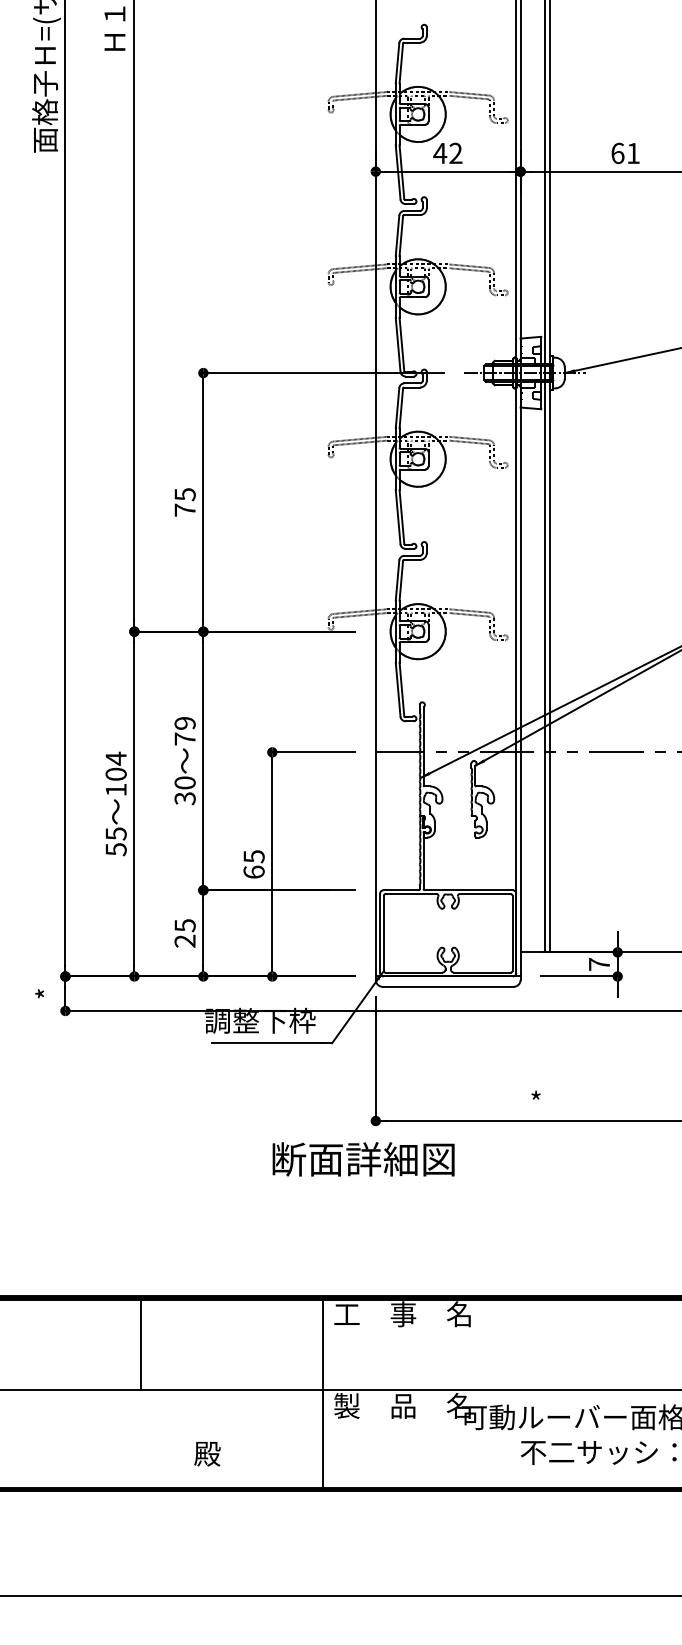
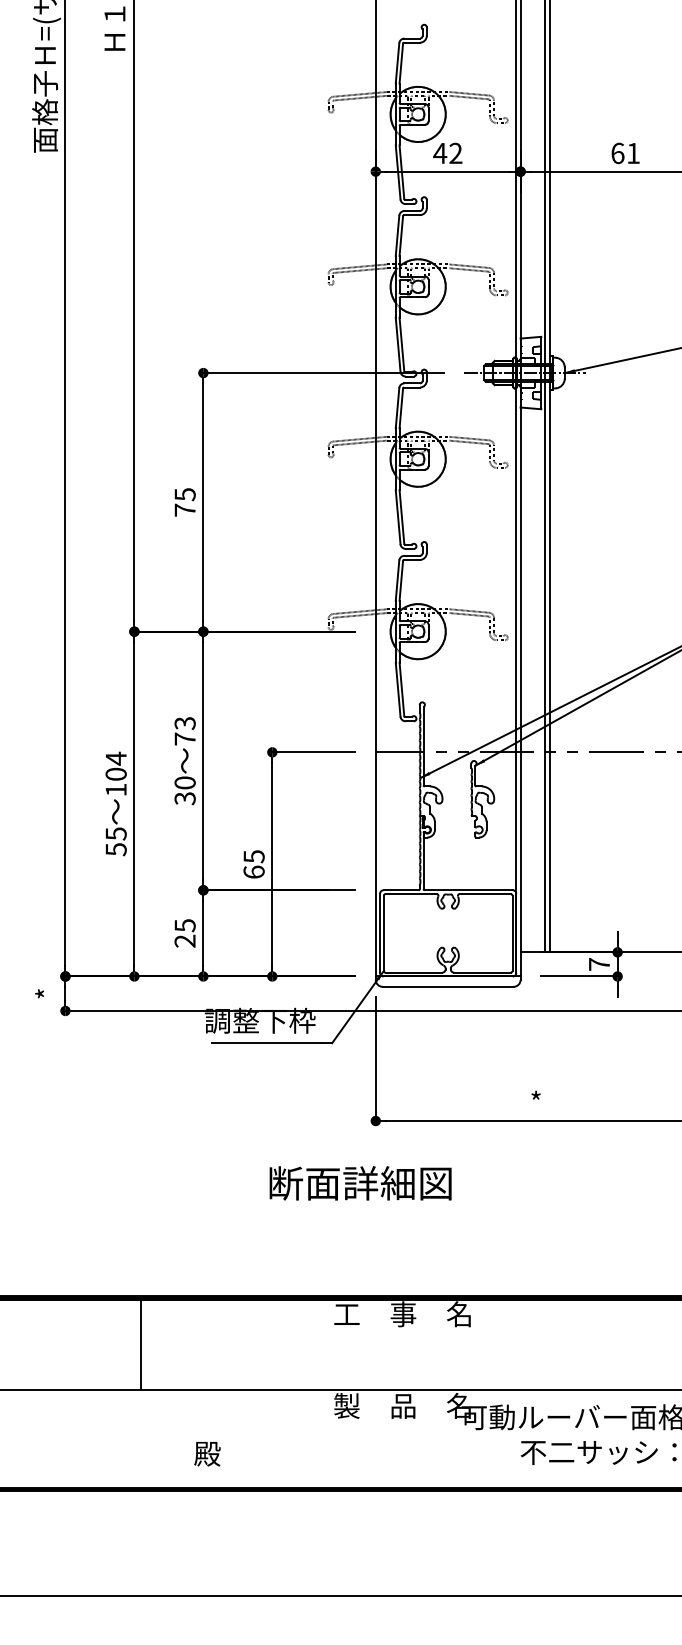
text at (184, 723): 79 -> 73
text at (363, 1159) position: (363, 1159) -> (360, 1183)
line at (322, 1393): present -> none
